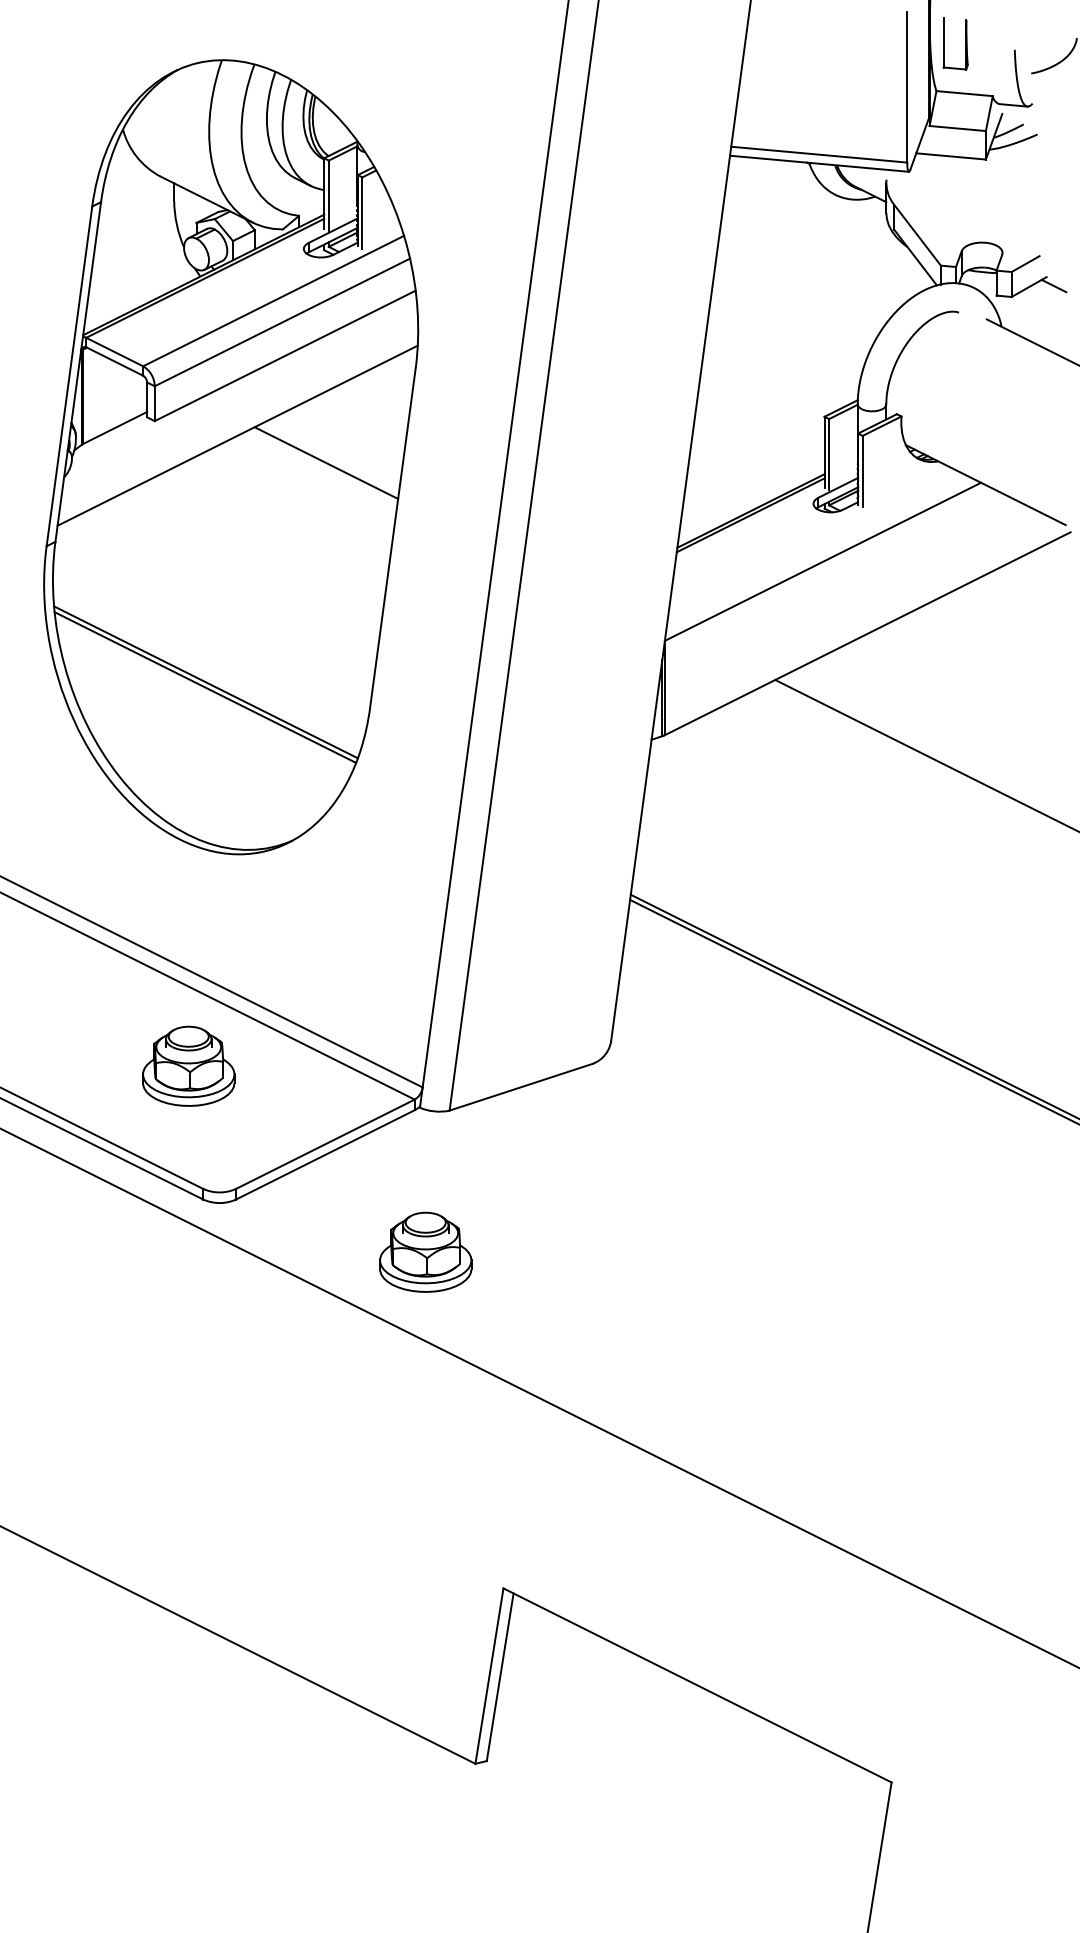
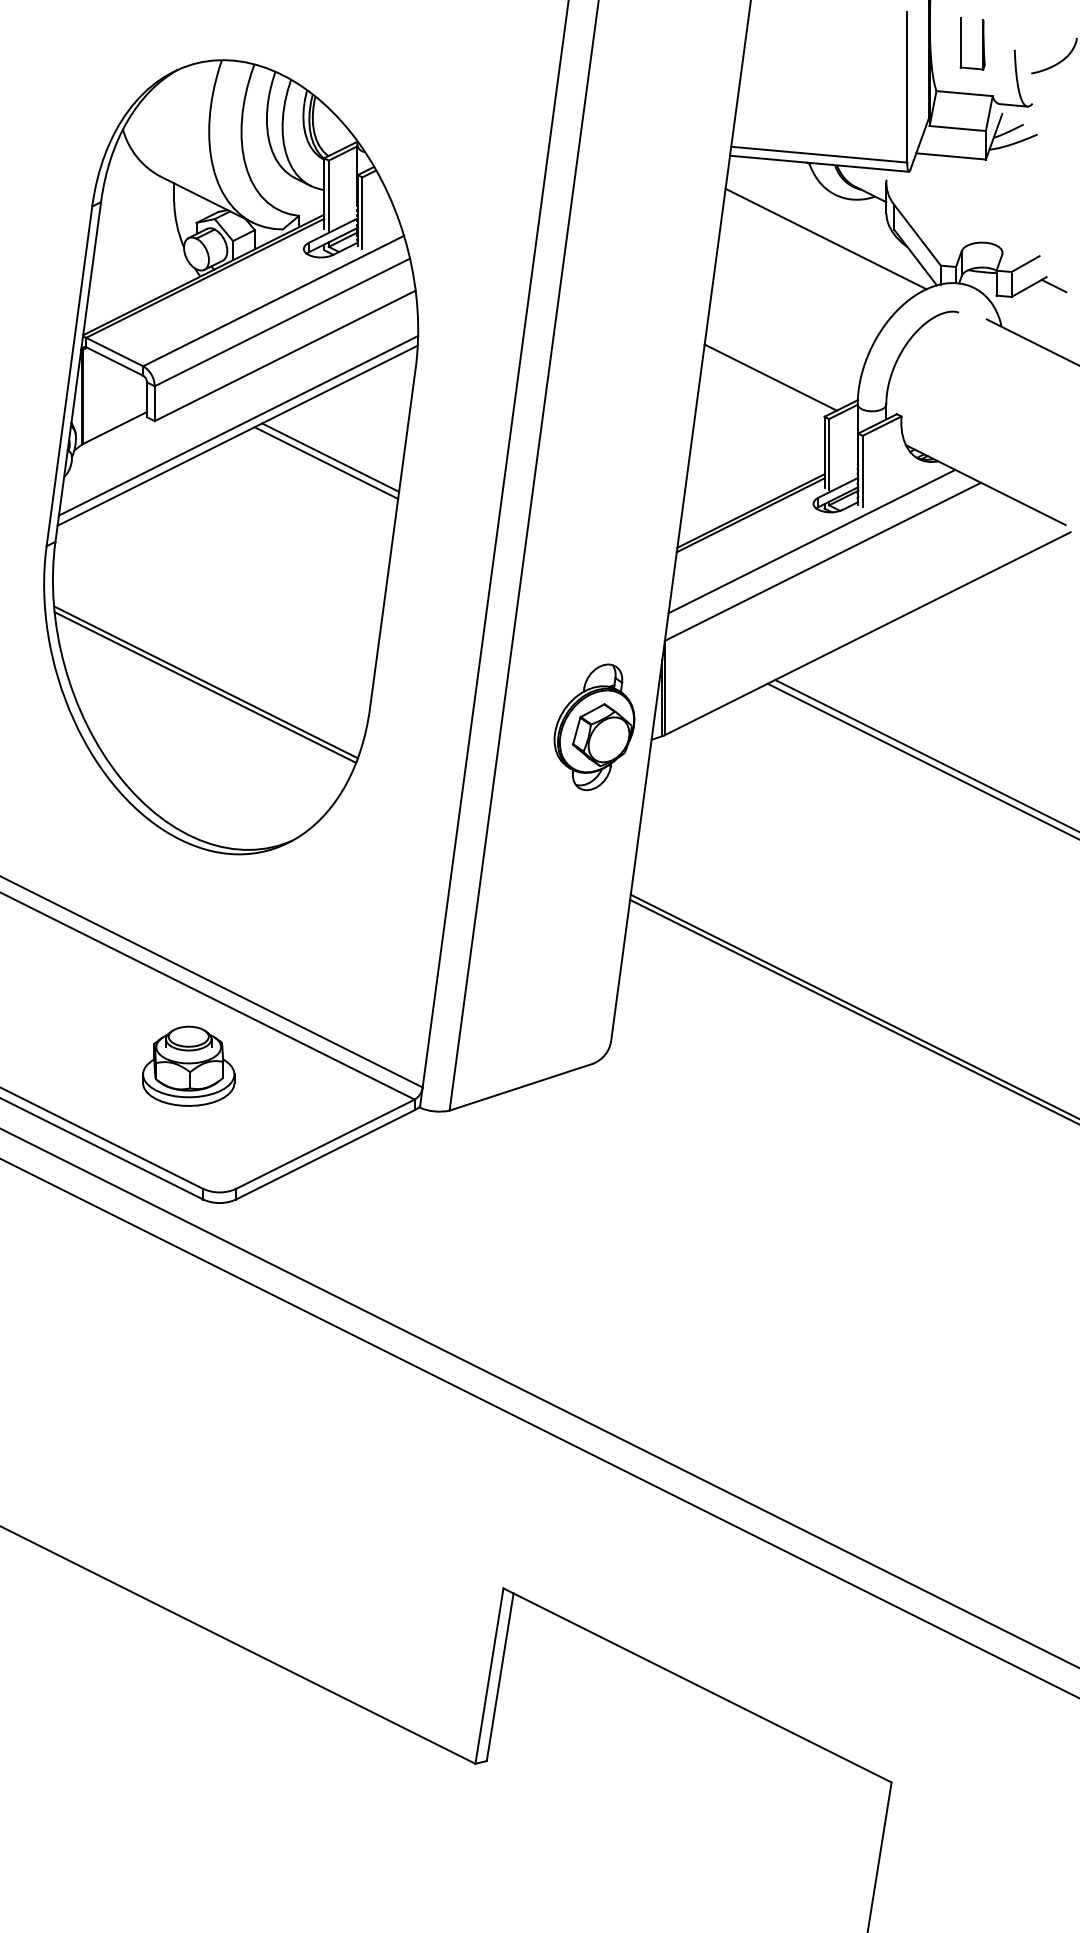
part at (965, 43) position: (965, 43) -> (982, 43)
line at (825, 238): none -> present
line at (770, 377): none -> present
line at (238, 425): none -> present
line at (330, 457): none -> present
line at (811, 541): none -> present
part at (594, 727): none -> present
line at (921, 760): none -> present
part at (425, 1251): present -> none
line at (539, 1427): none -> present
